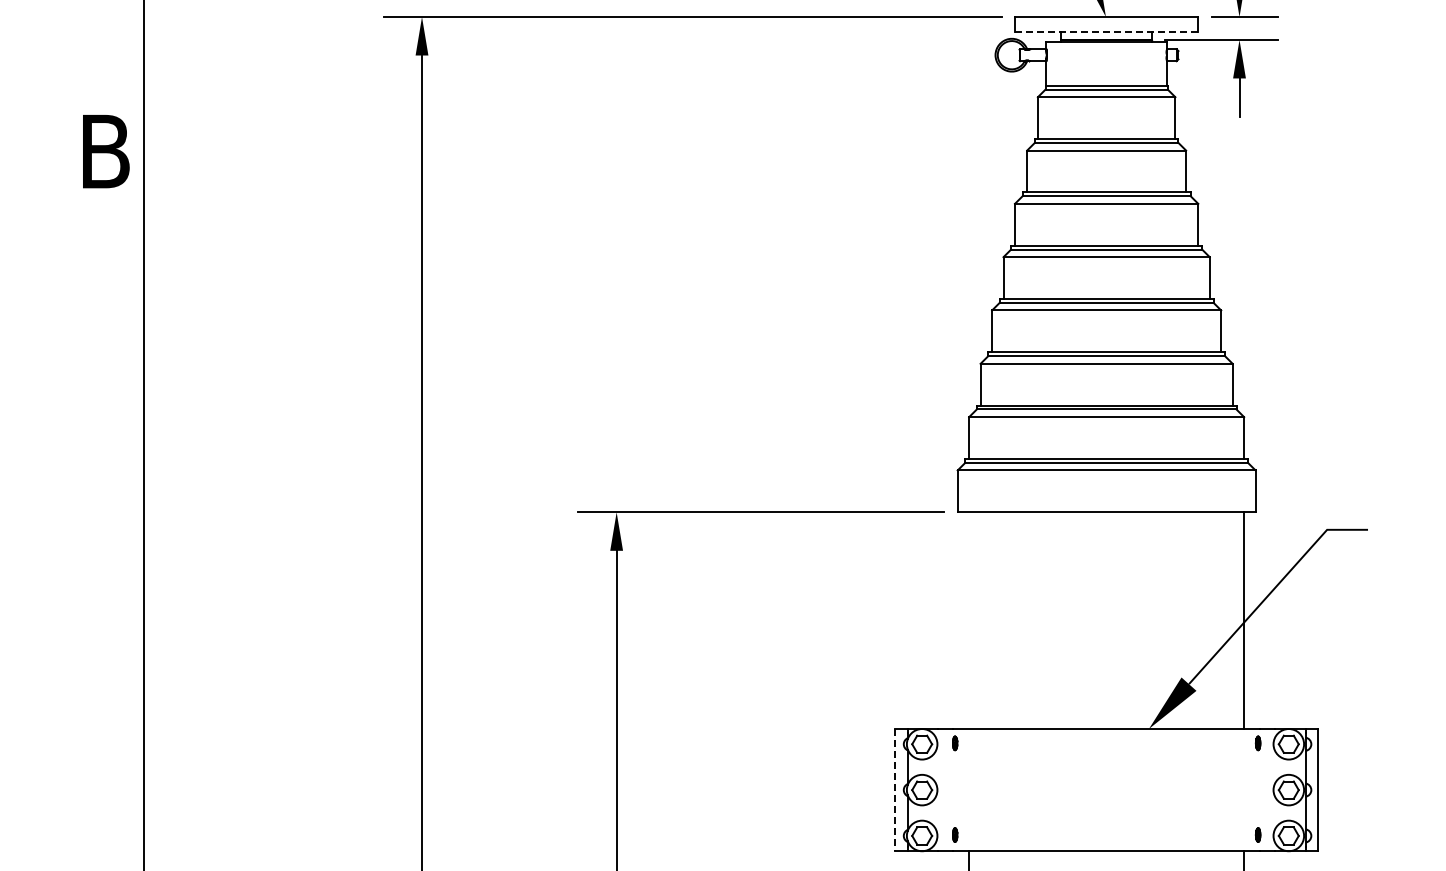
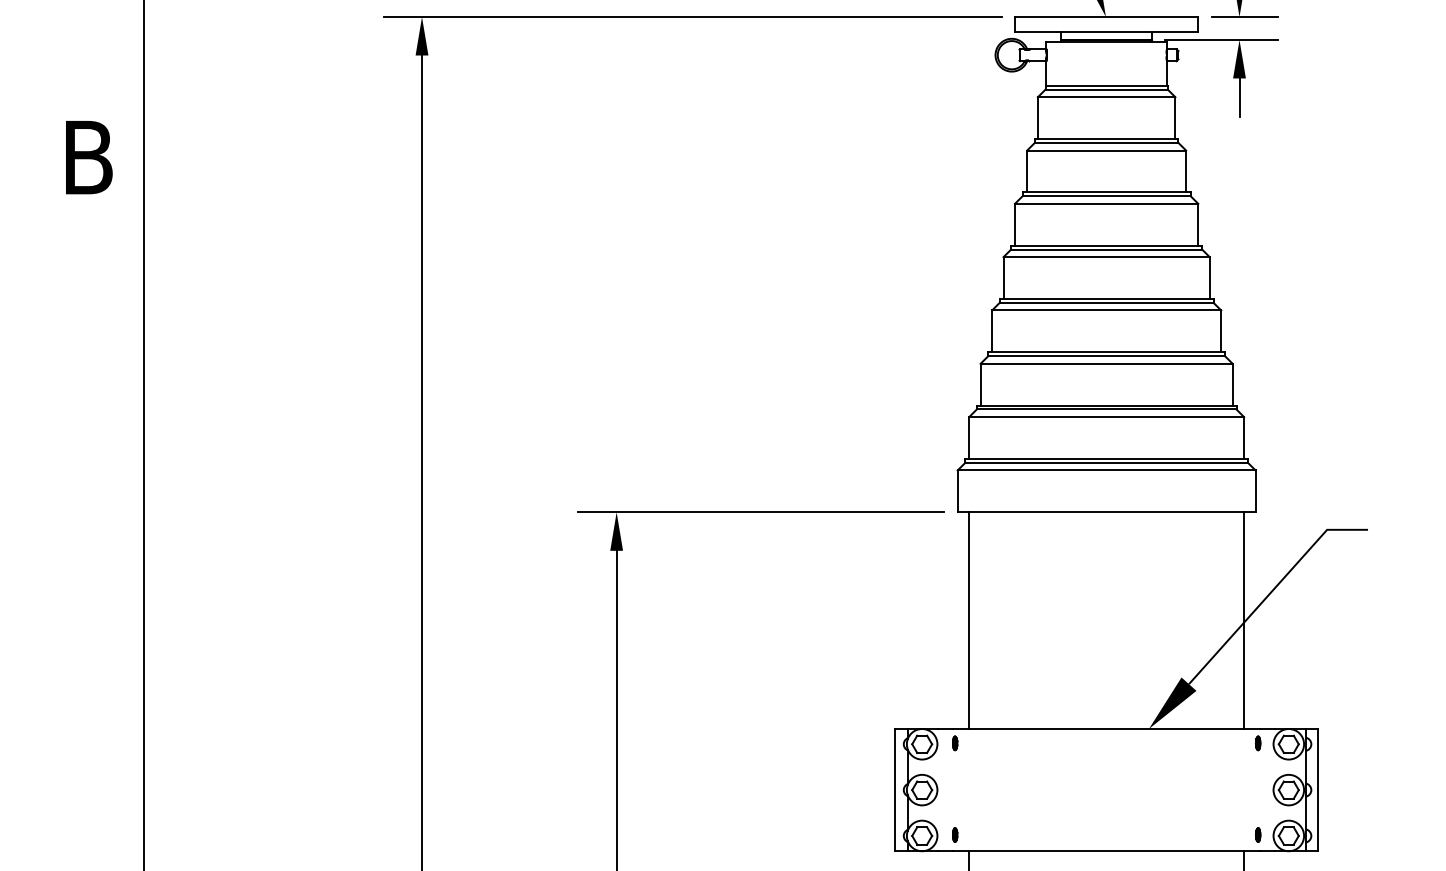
line at (1106, 32): dashed -> solid
text at (106, 151) position: (106, 151) -> (89, 157)
line at (969, 620): none -> present
line at (895, 790): dashed -> solid
